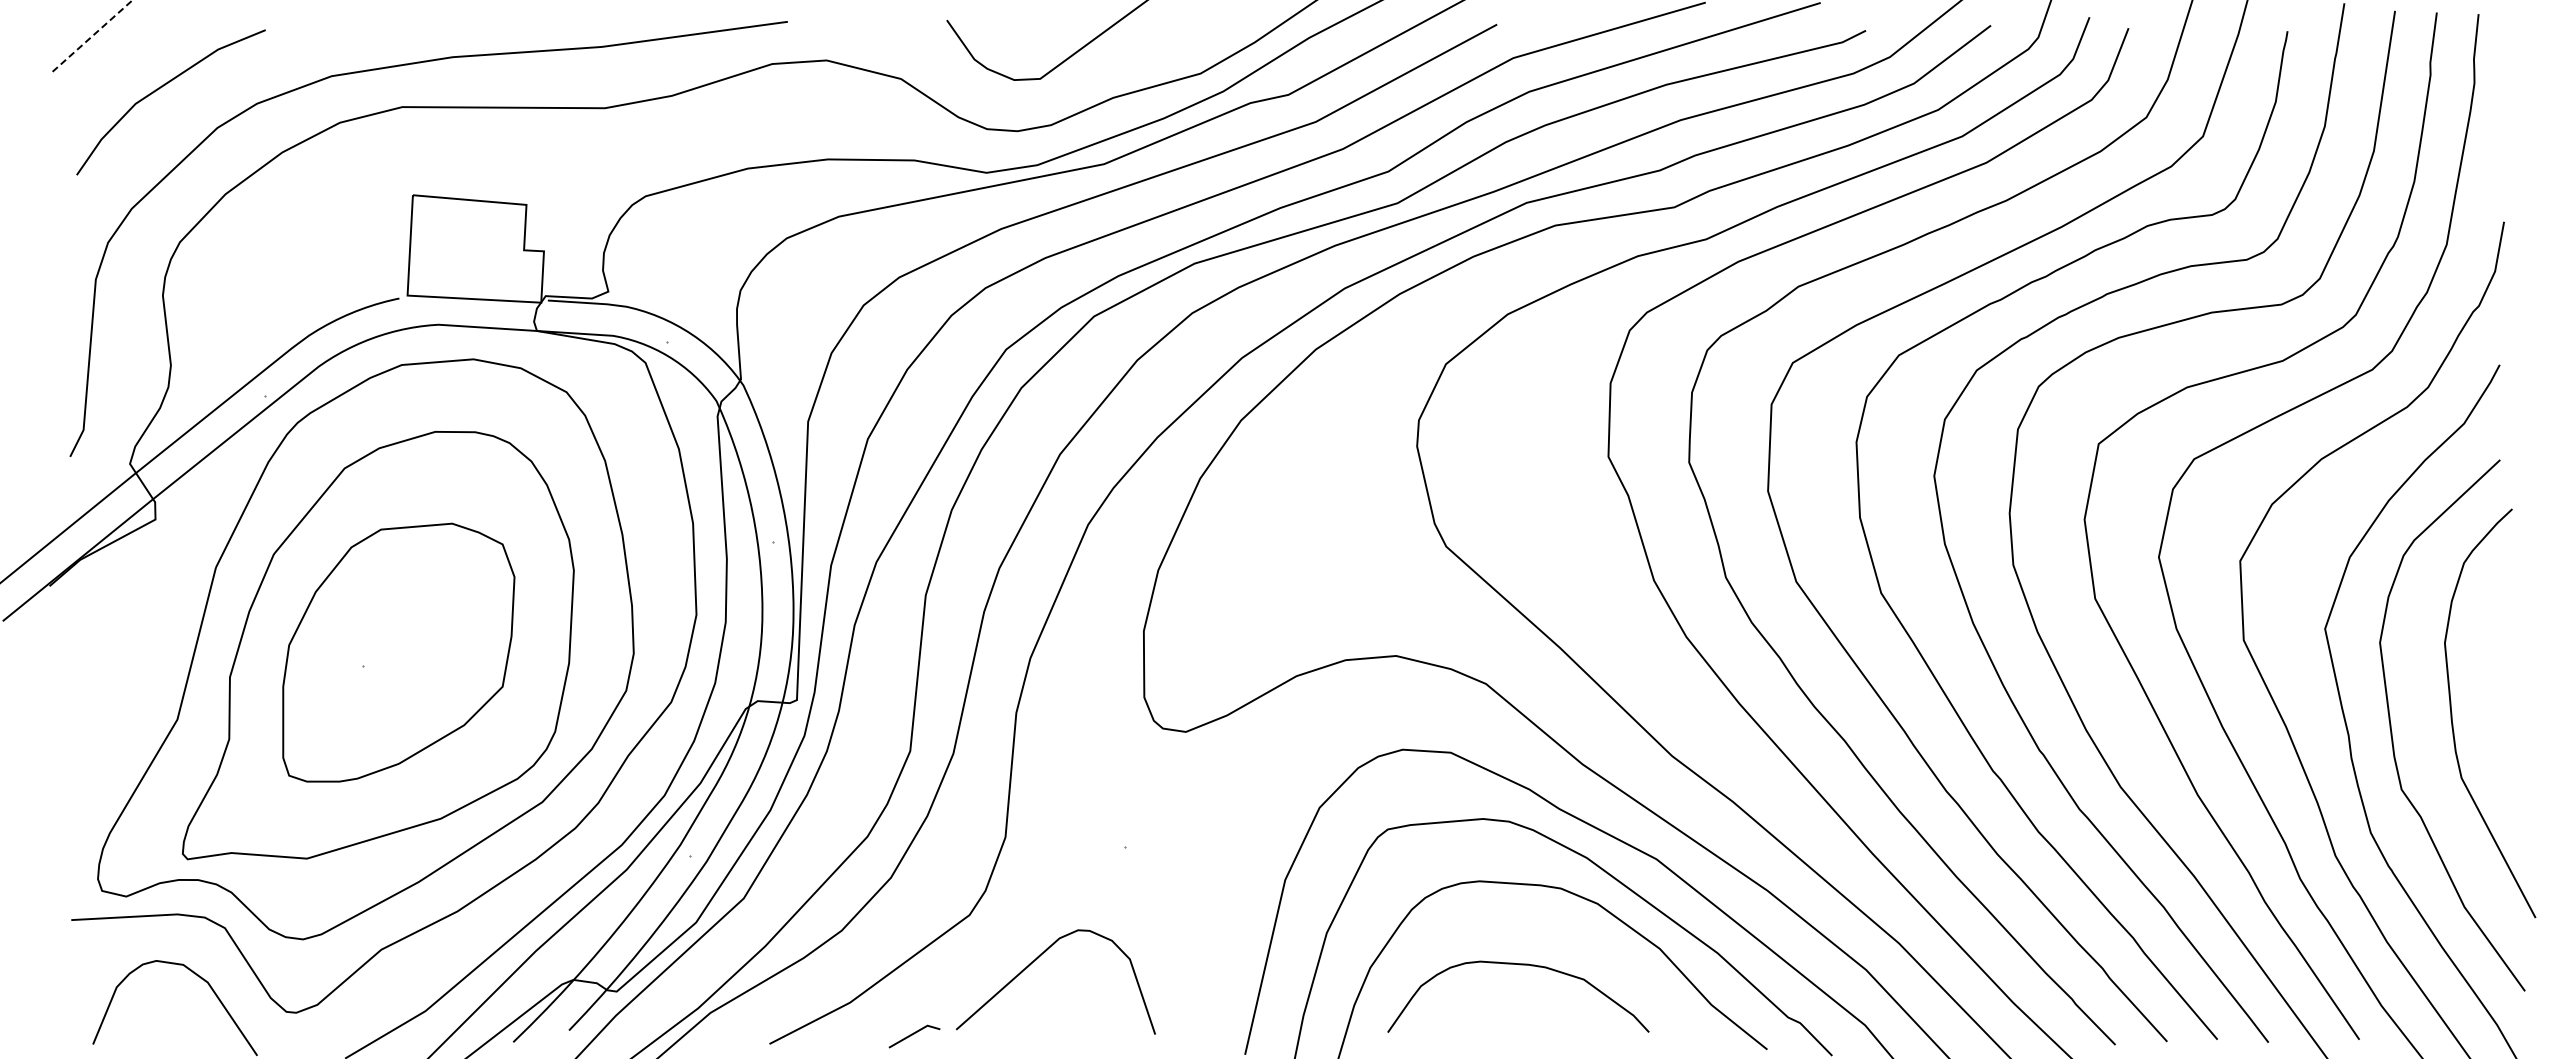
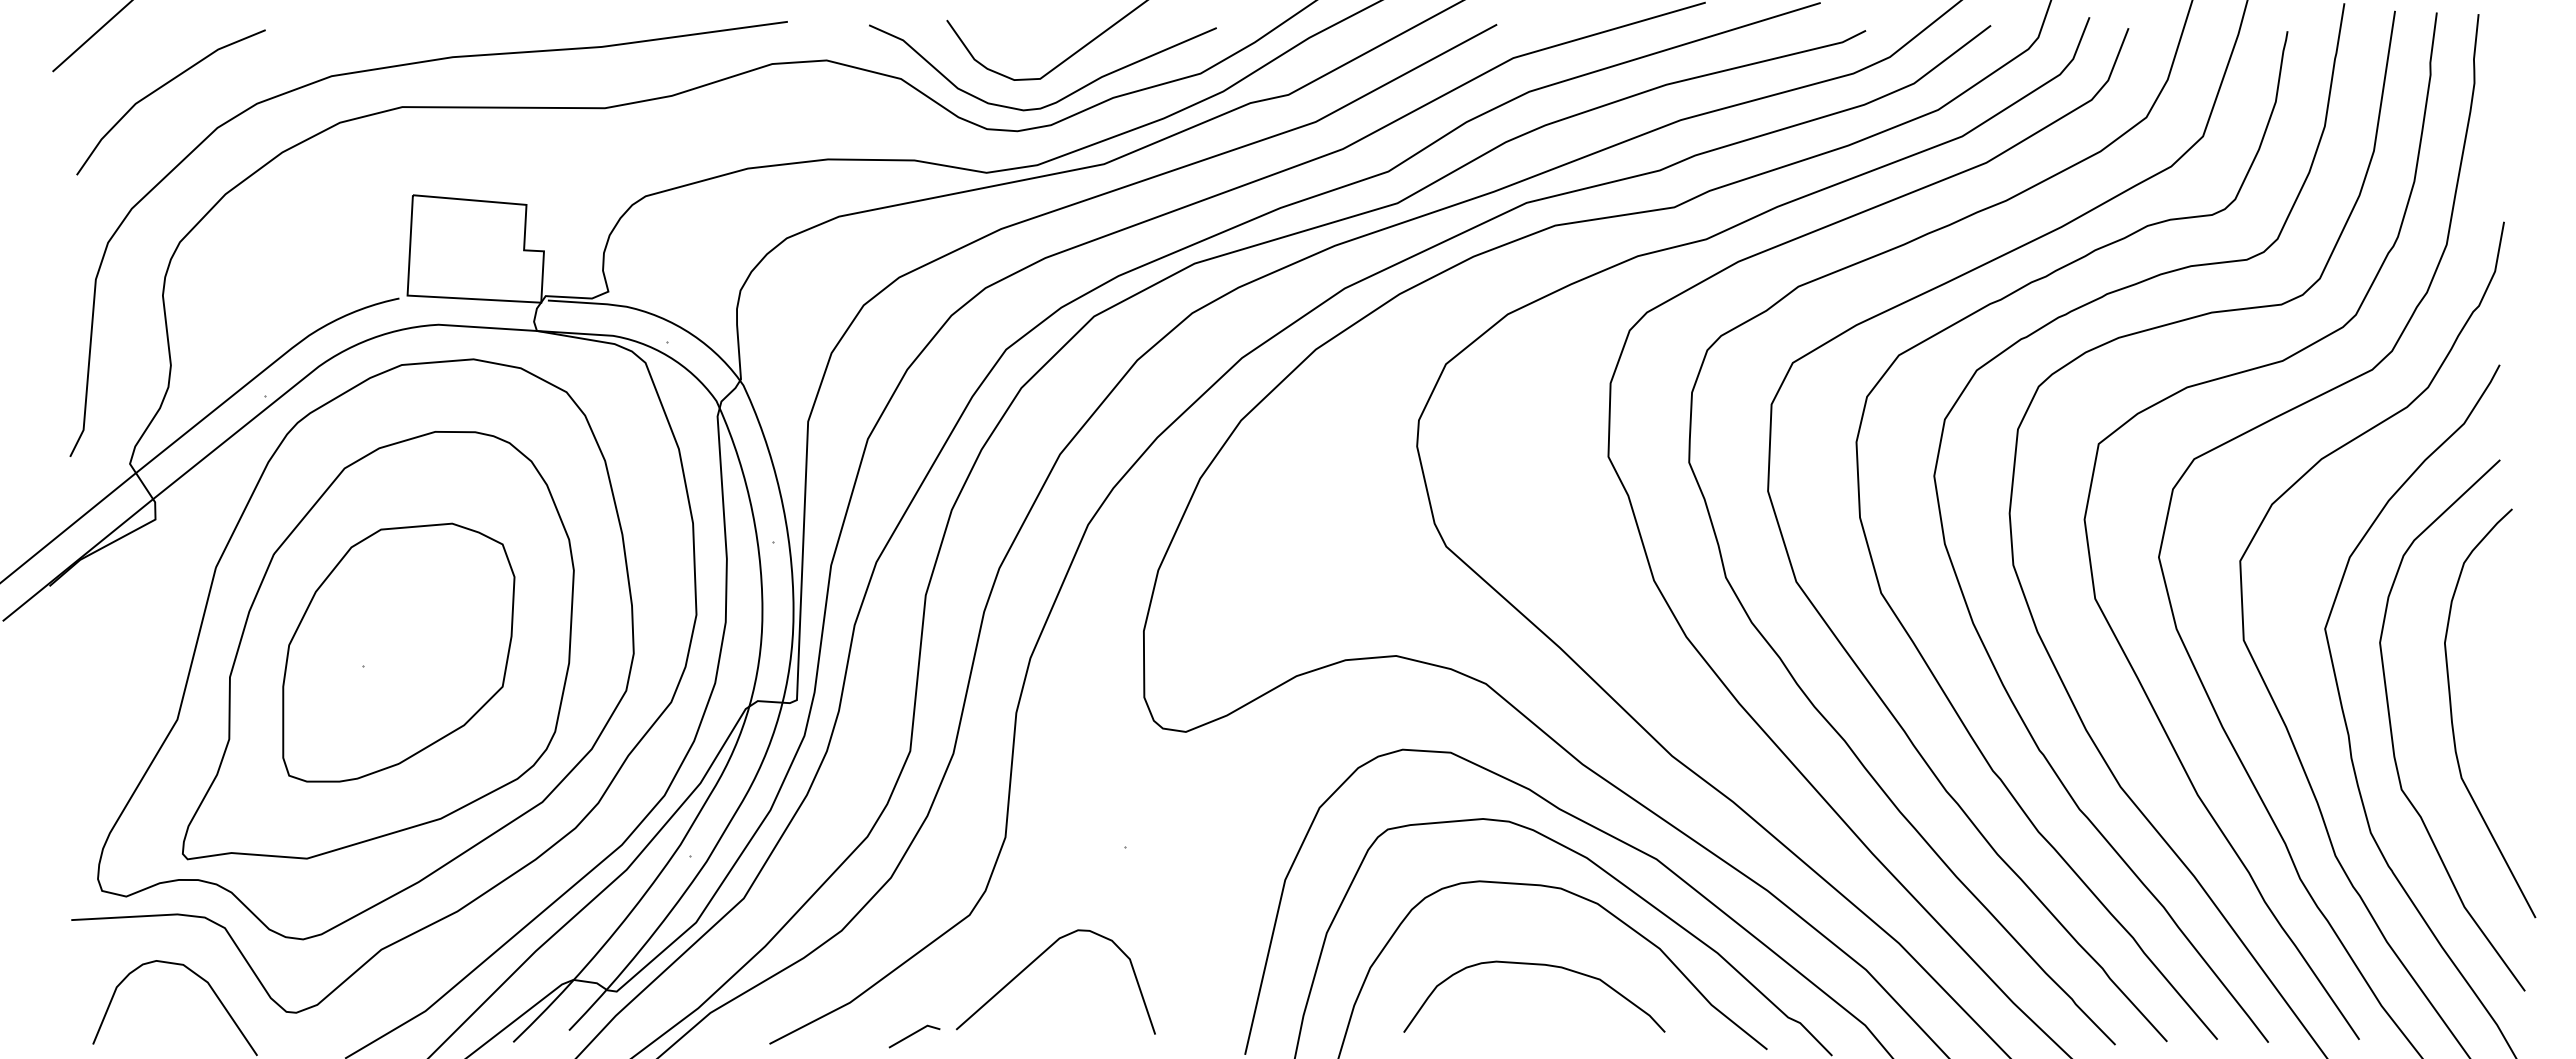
line at (92, 35): dashed -> solid
curve at (1059, 99): none -> present
curve at (1519, 965) position: (1519, 965) -> (1535, 965)
